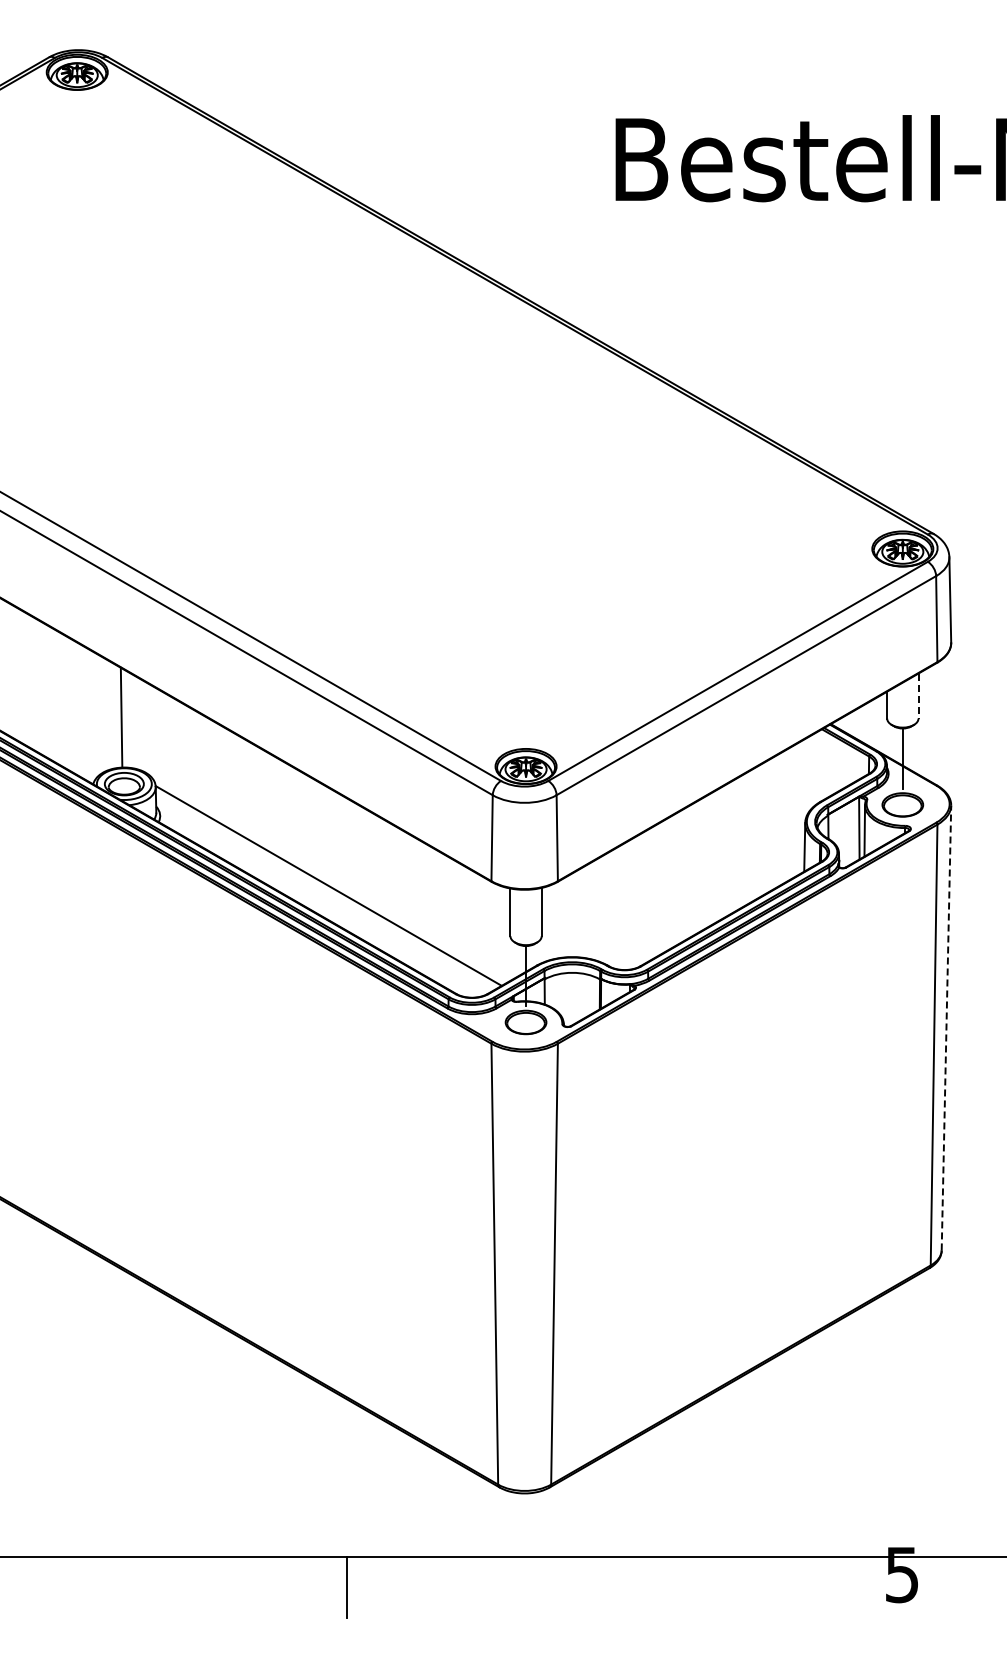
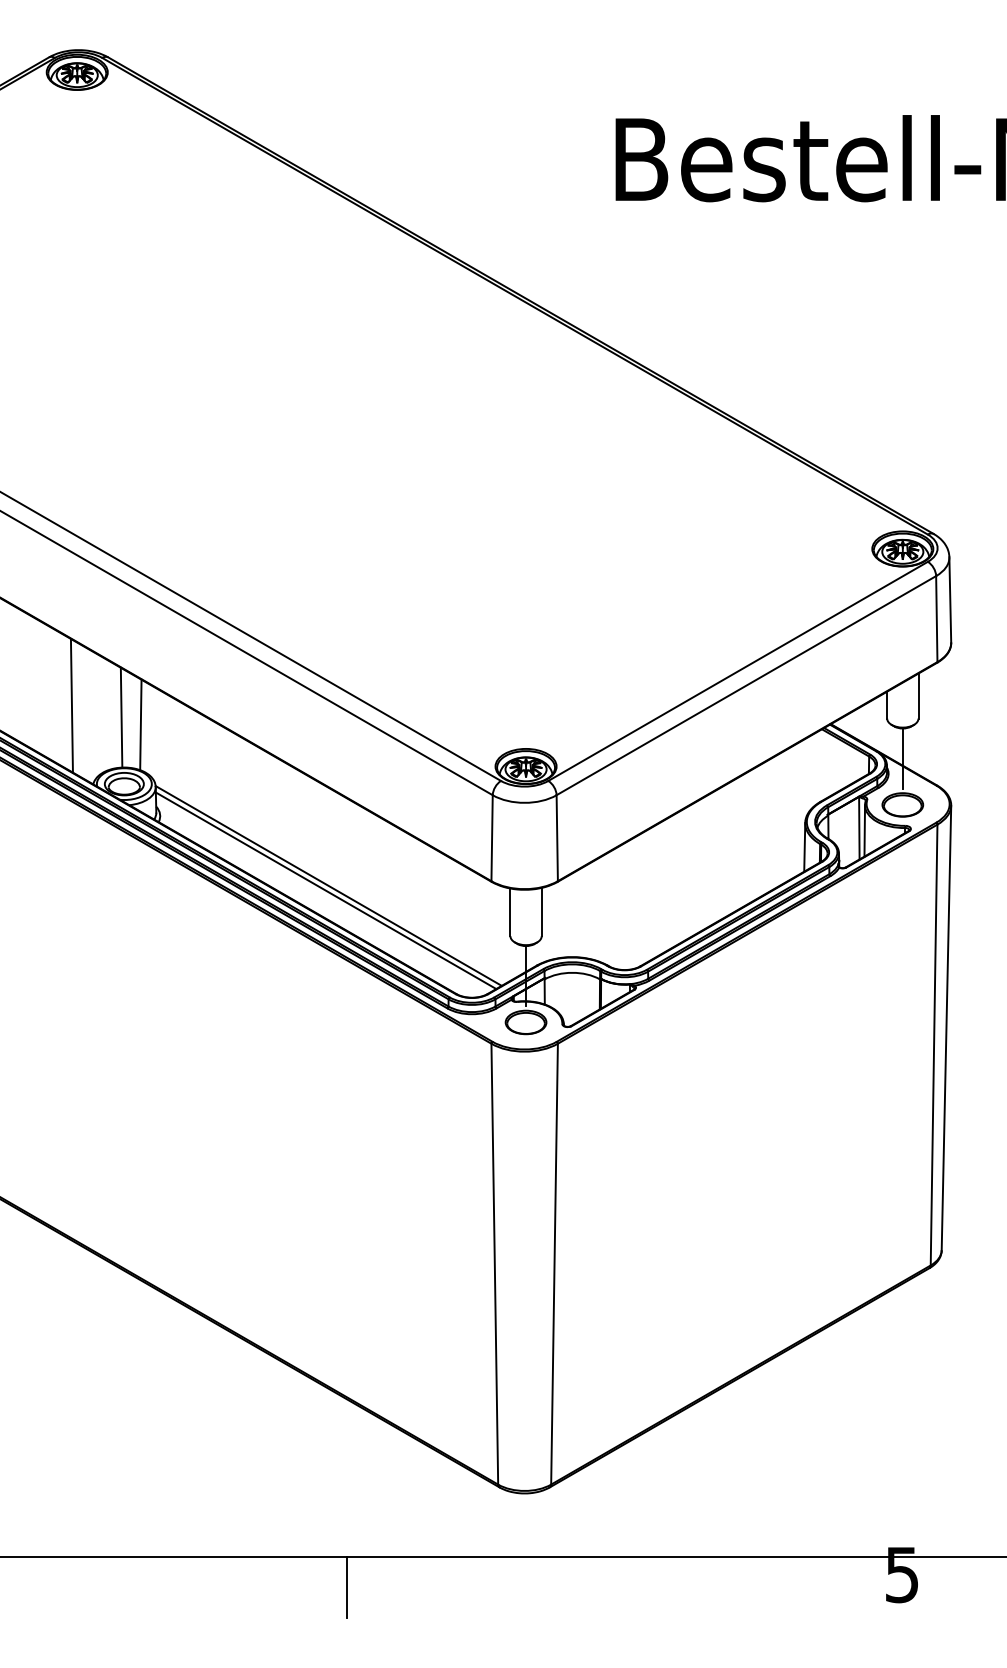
line at (918, 696): dashed -> solid
line at (71, 705): none -> present
line at (140, 724): none -> present
line at (325, 890): none -> present
line at (946, 1027): dashed -> solid
